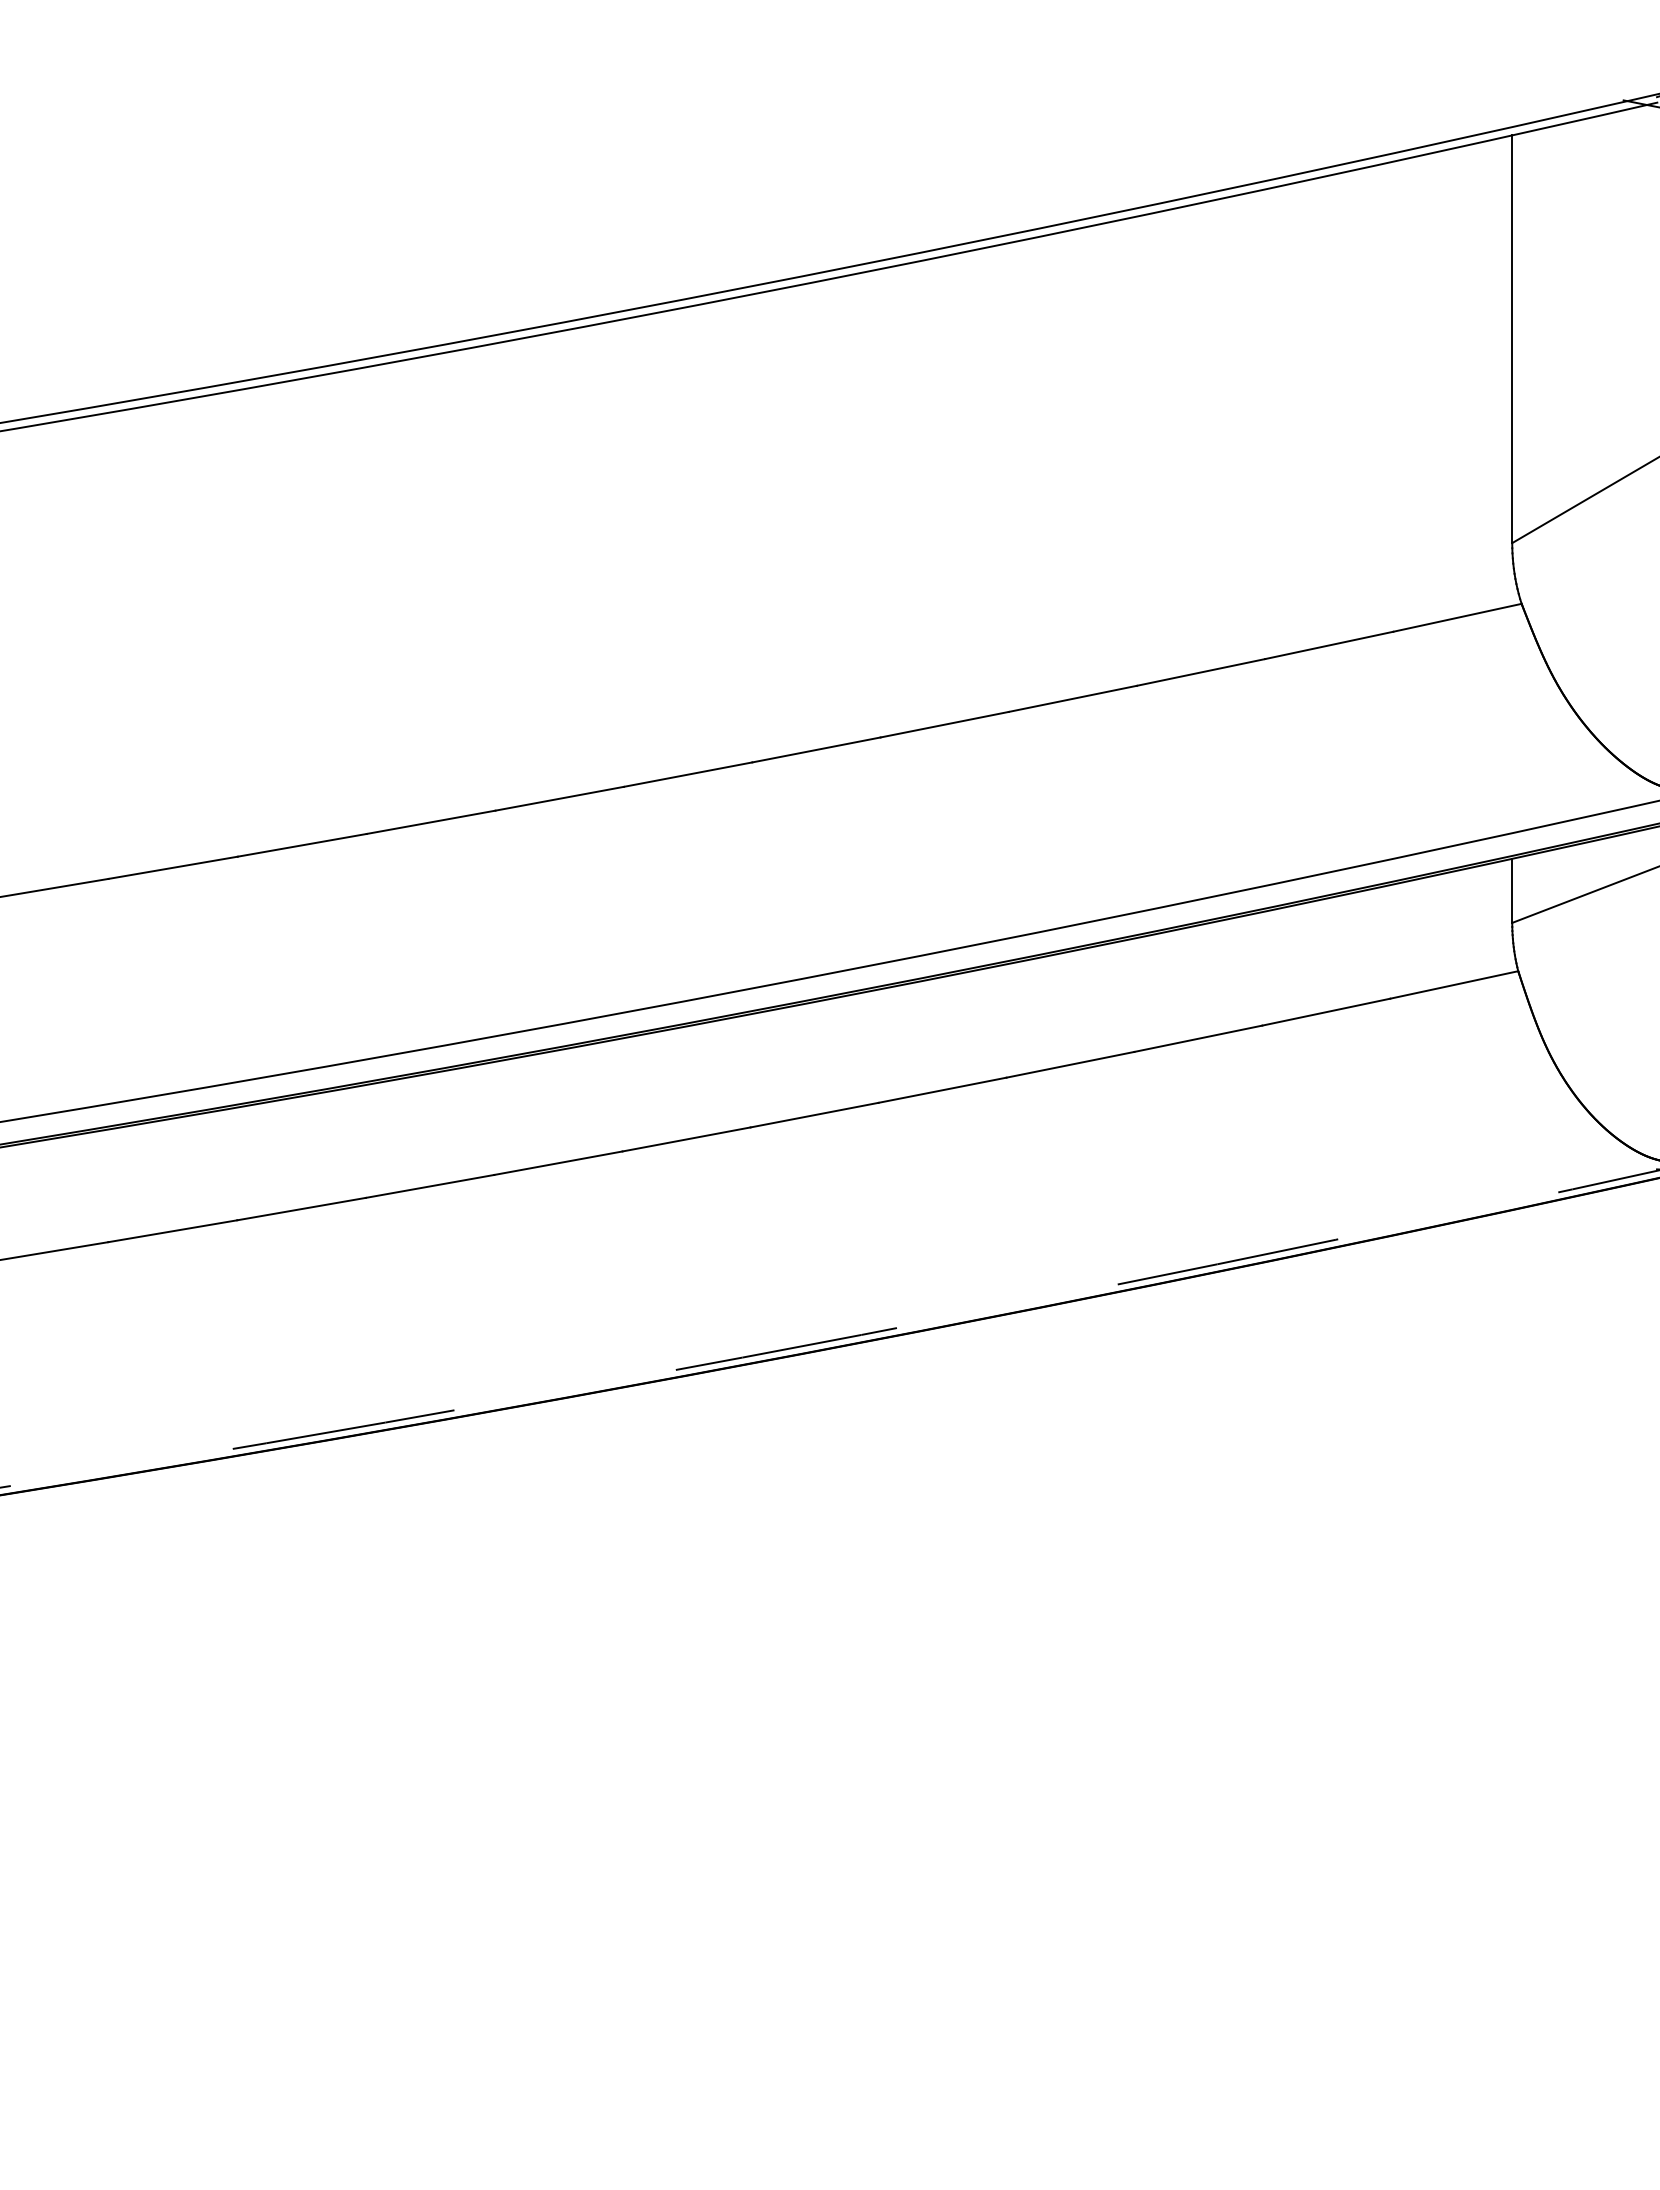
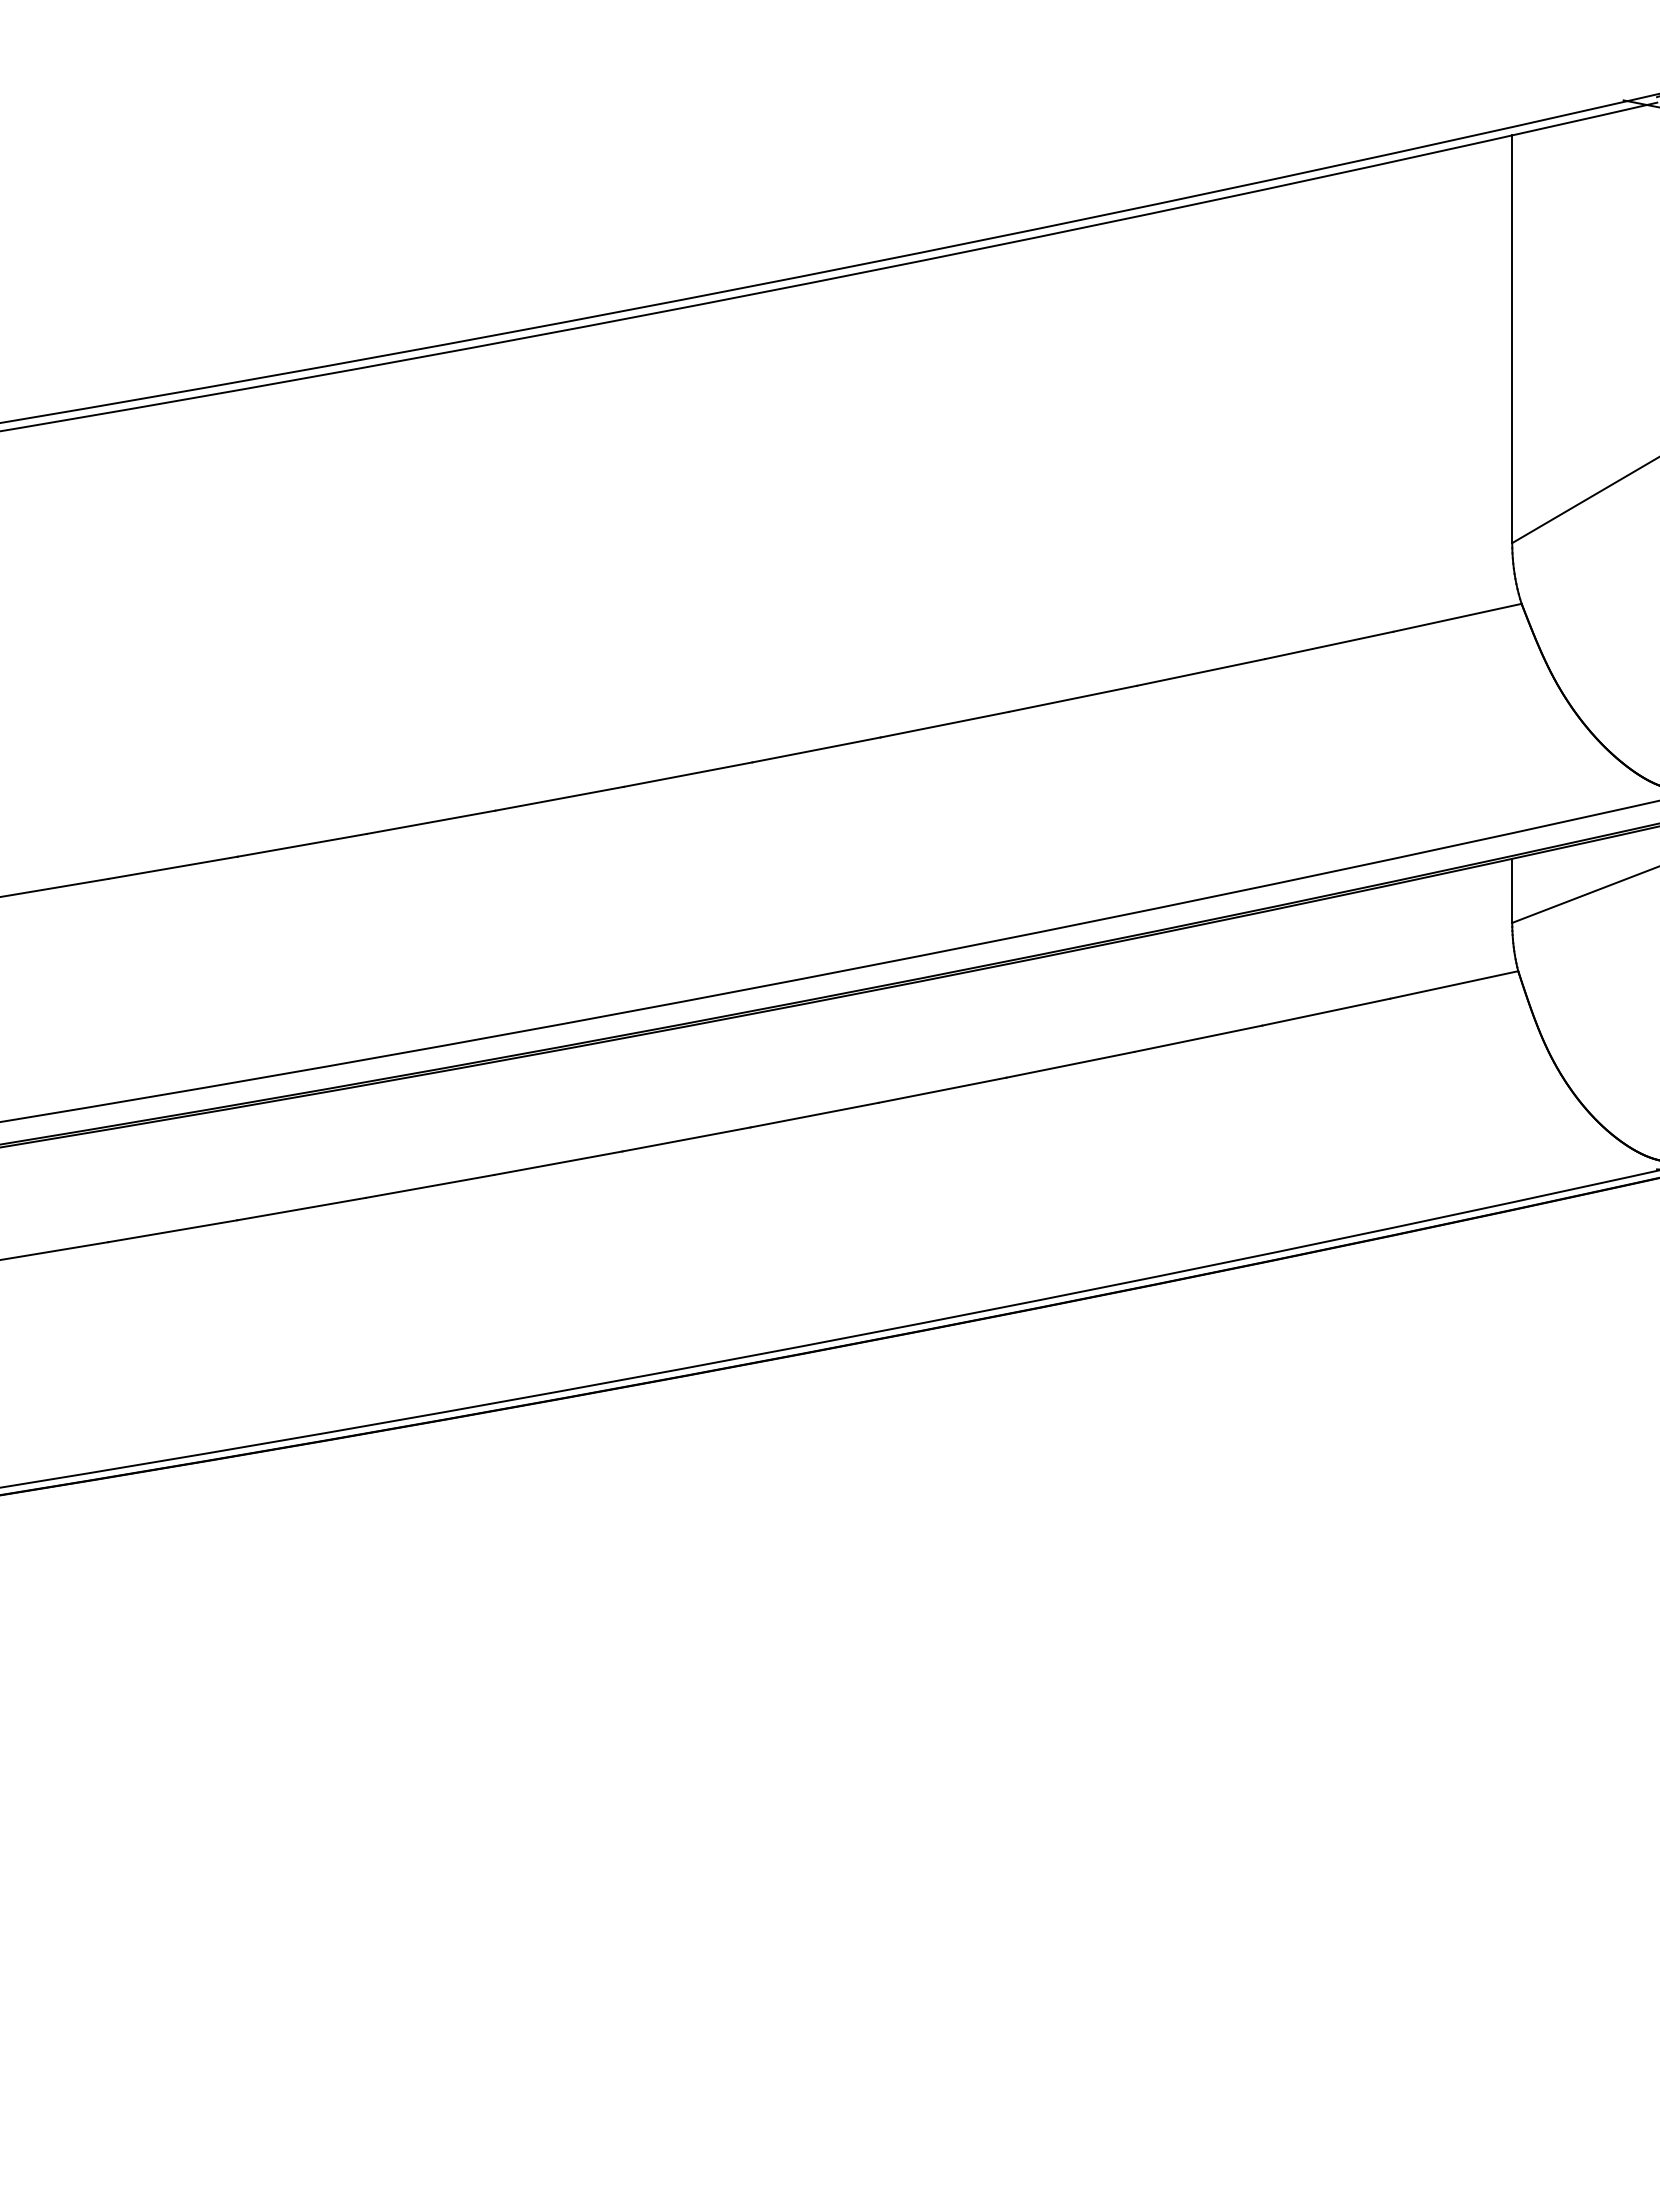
arc at (832, 1340): dashed -> solid
